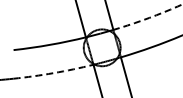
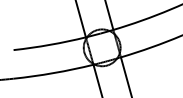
arc at (148, 18): dashed -> solid
arc at (53, 73): dashed -> solid
